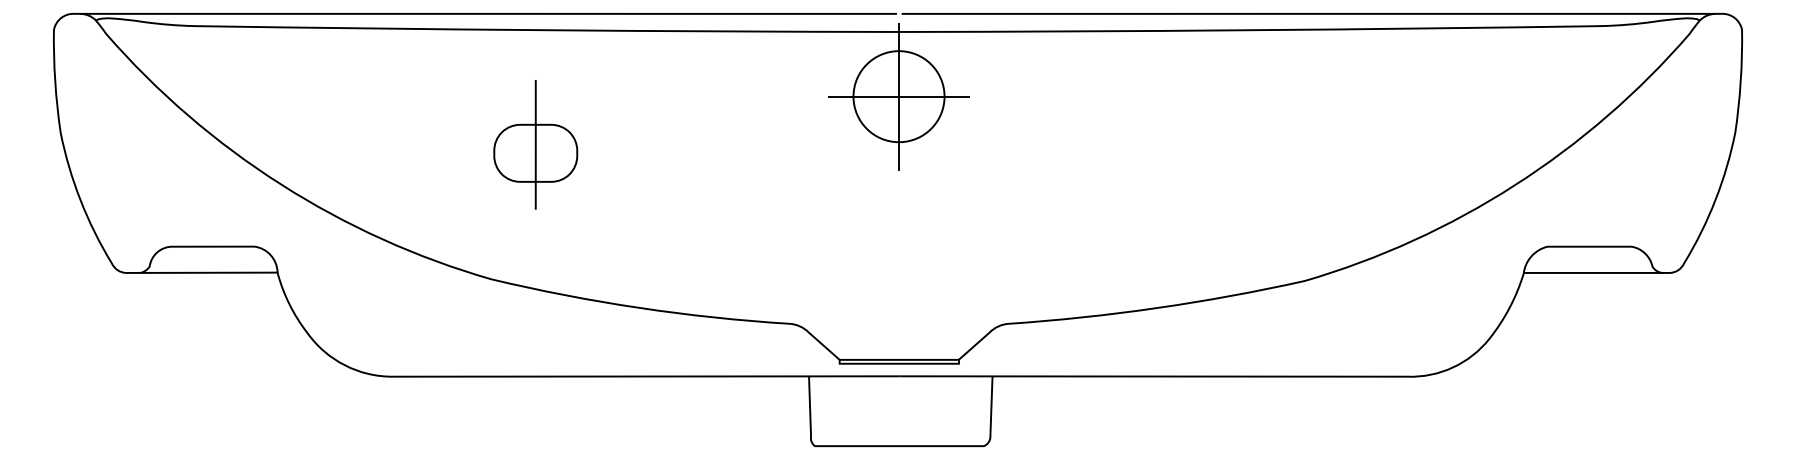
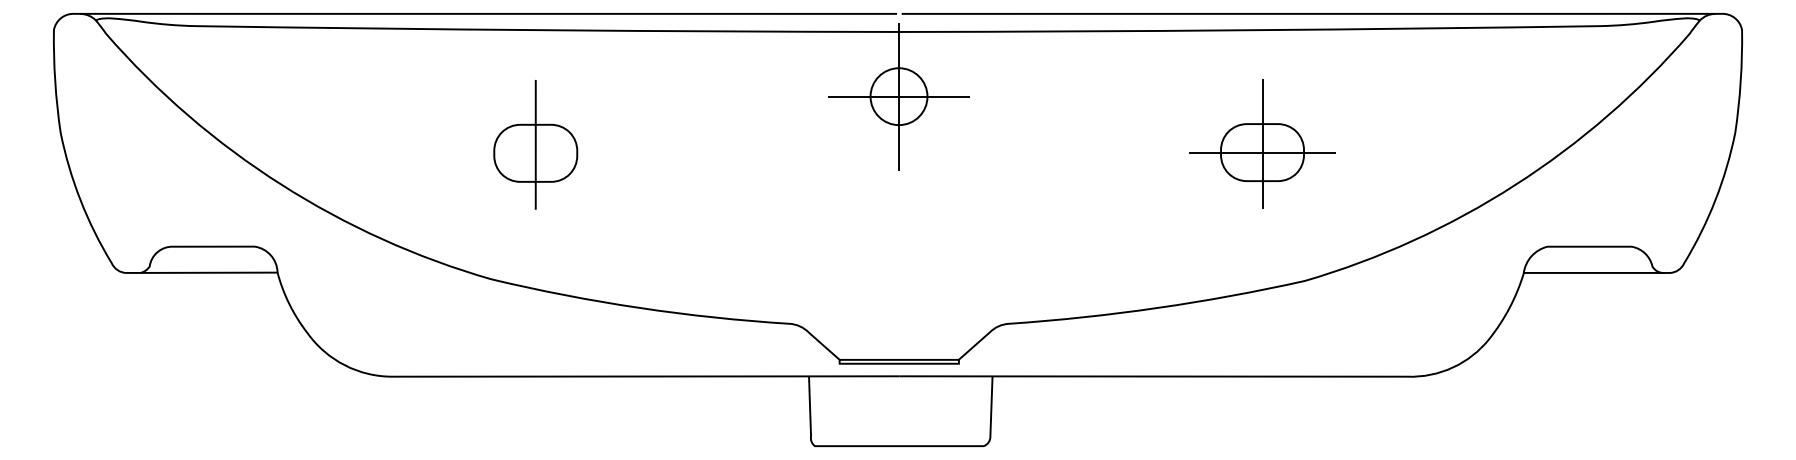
circle at (898, 96) diameter: 91 px -> 57 px
part at (1262, 143): none -> present
